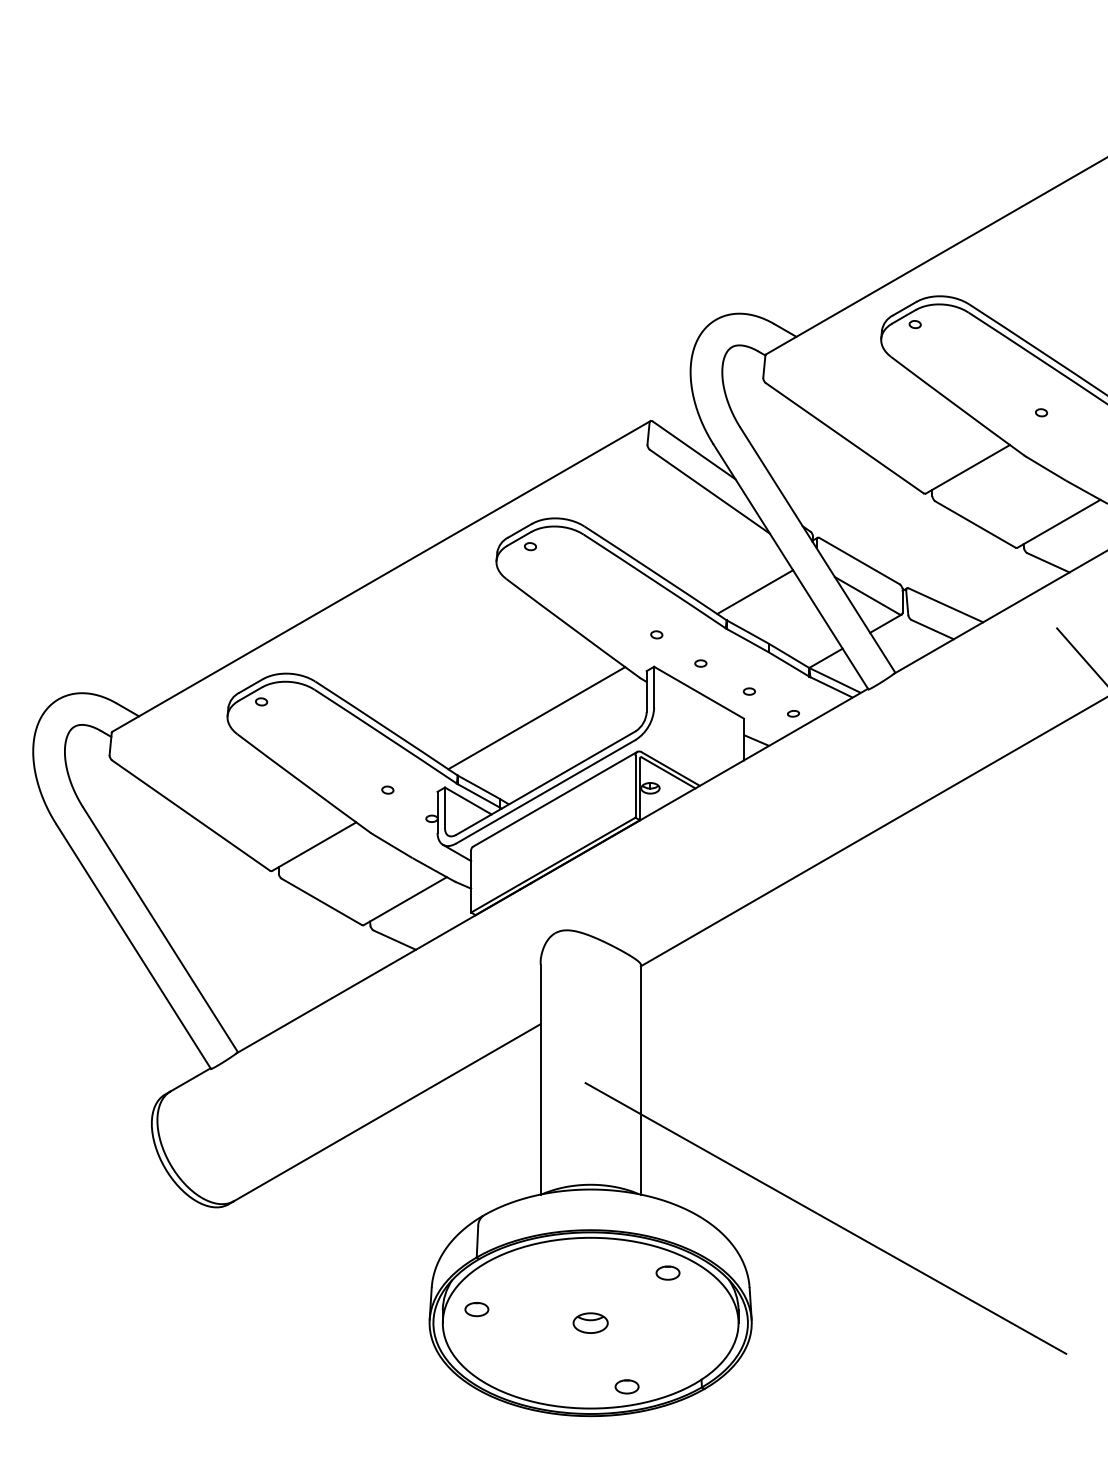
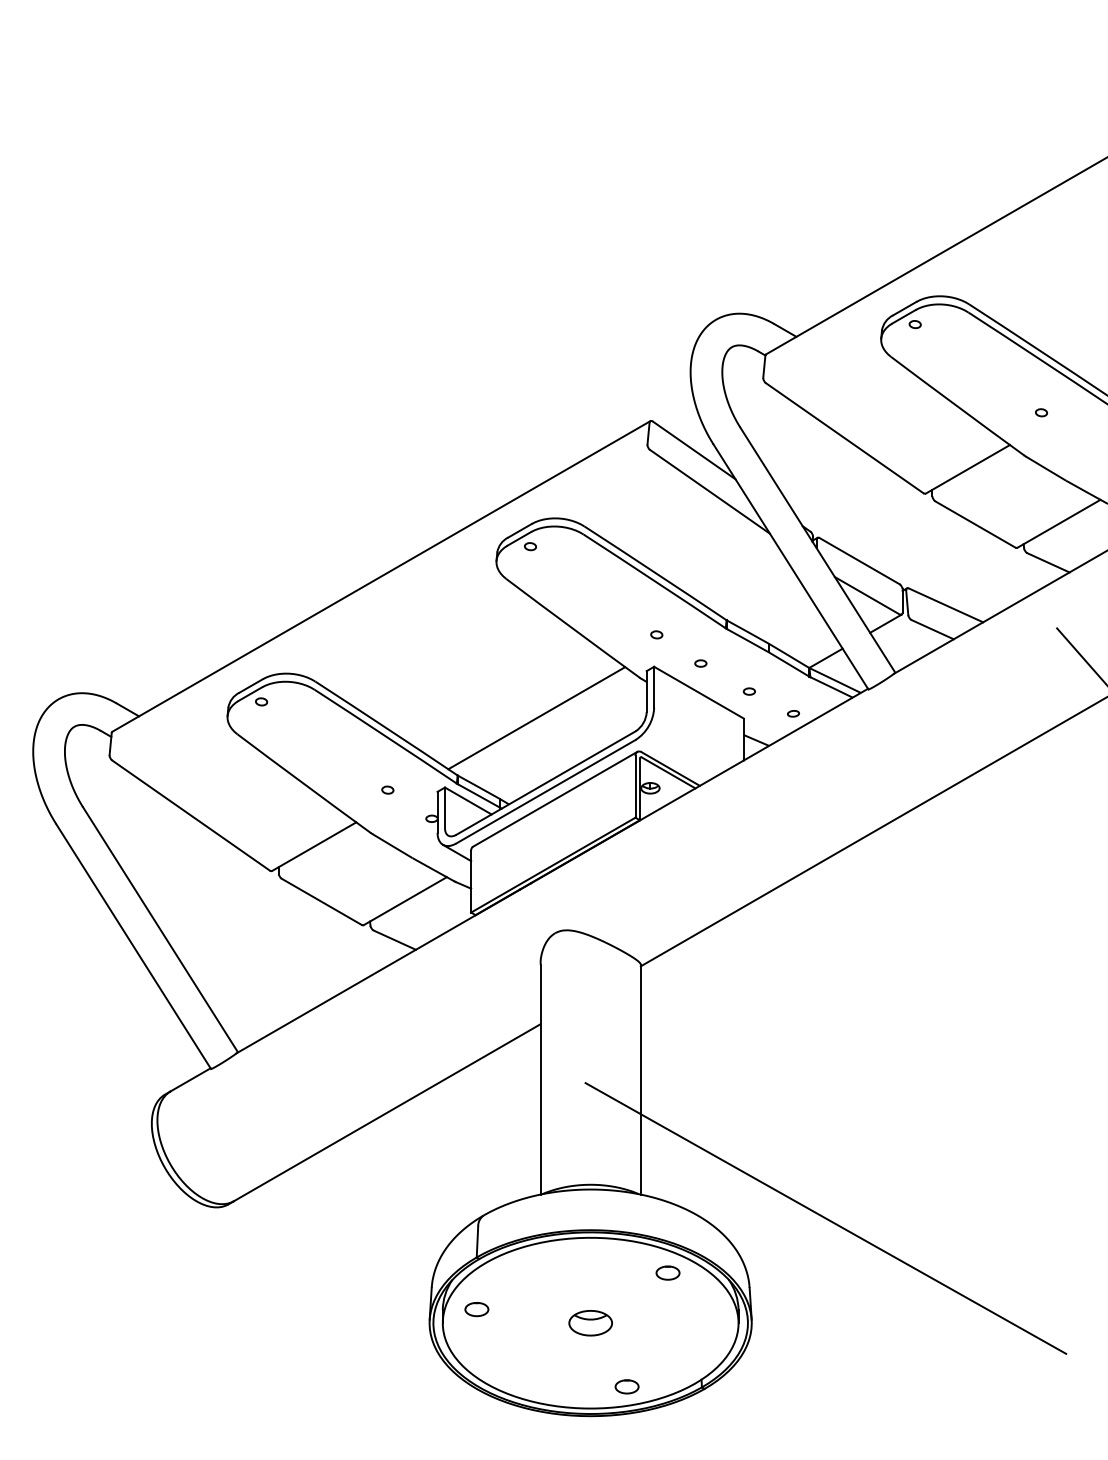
line at (755, 592): present -> none
part at (590, 1322) size: 37x22 px -> 45x27 px
